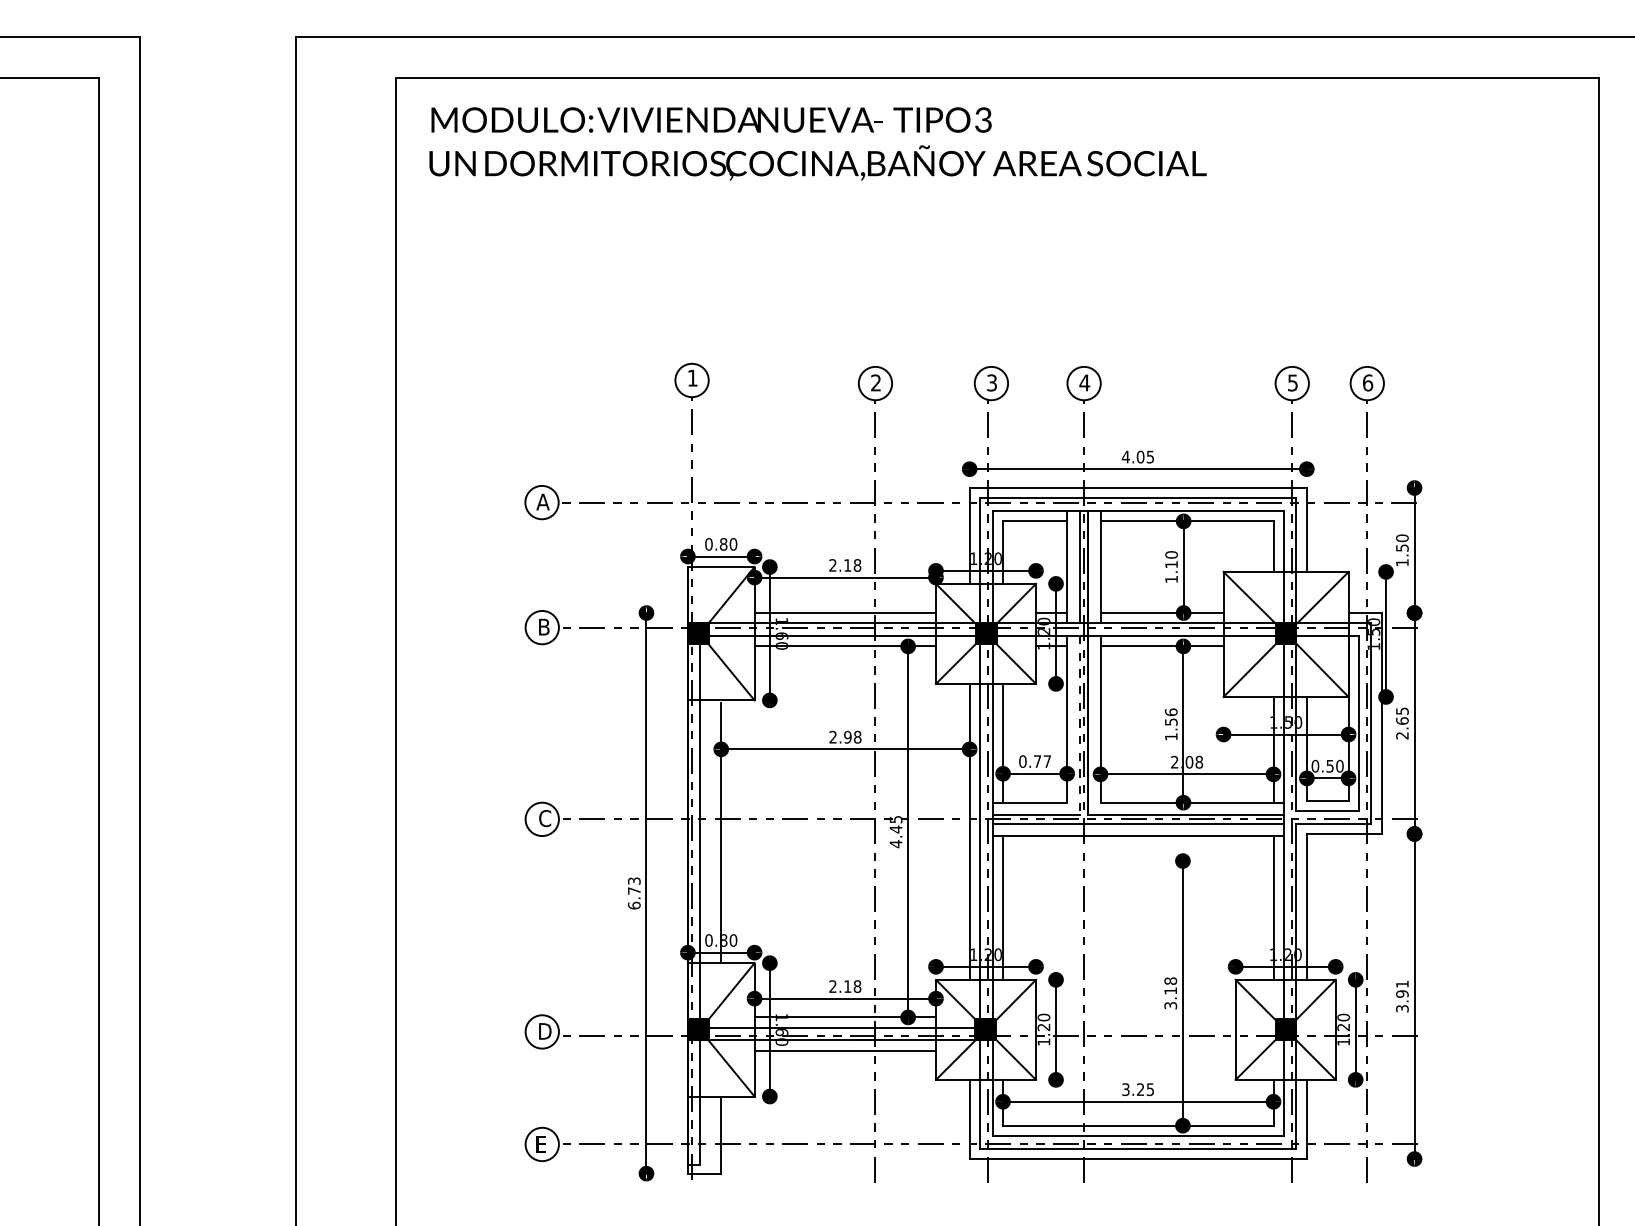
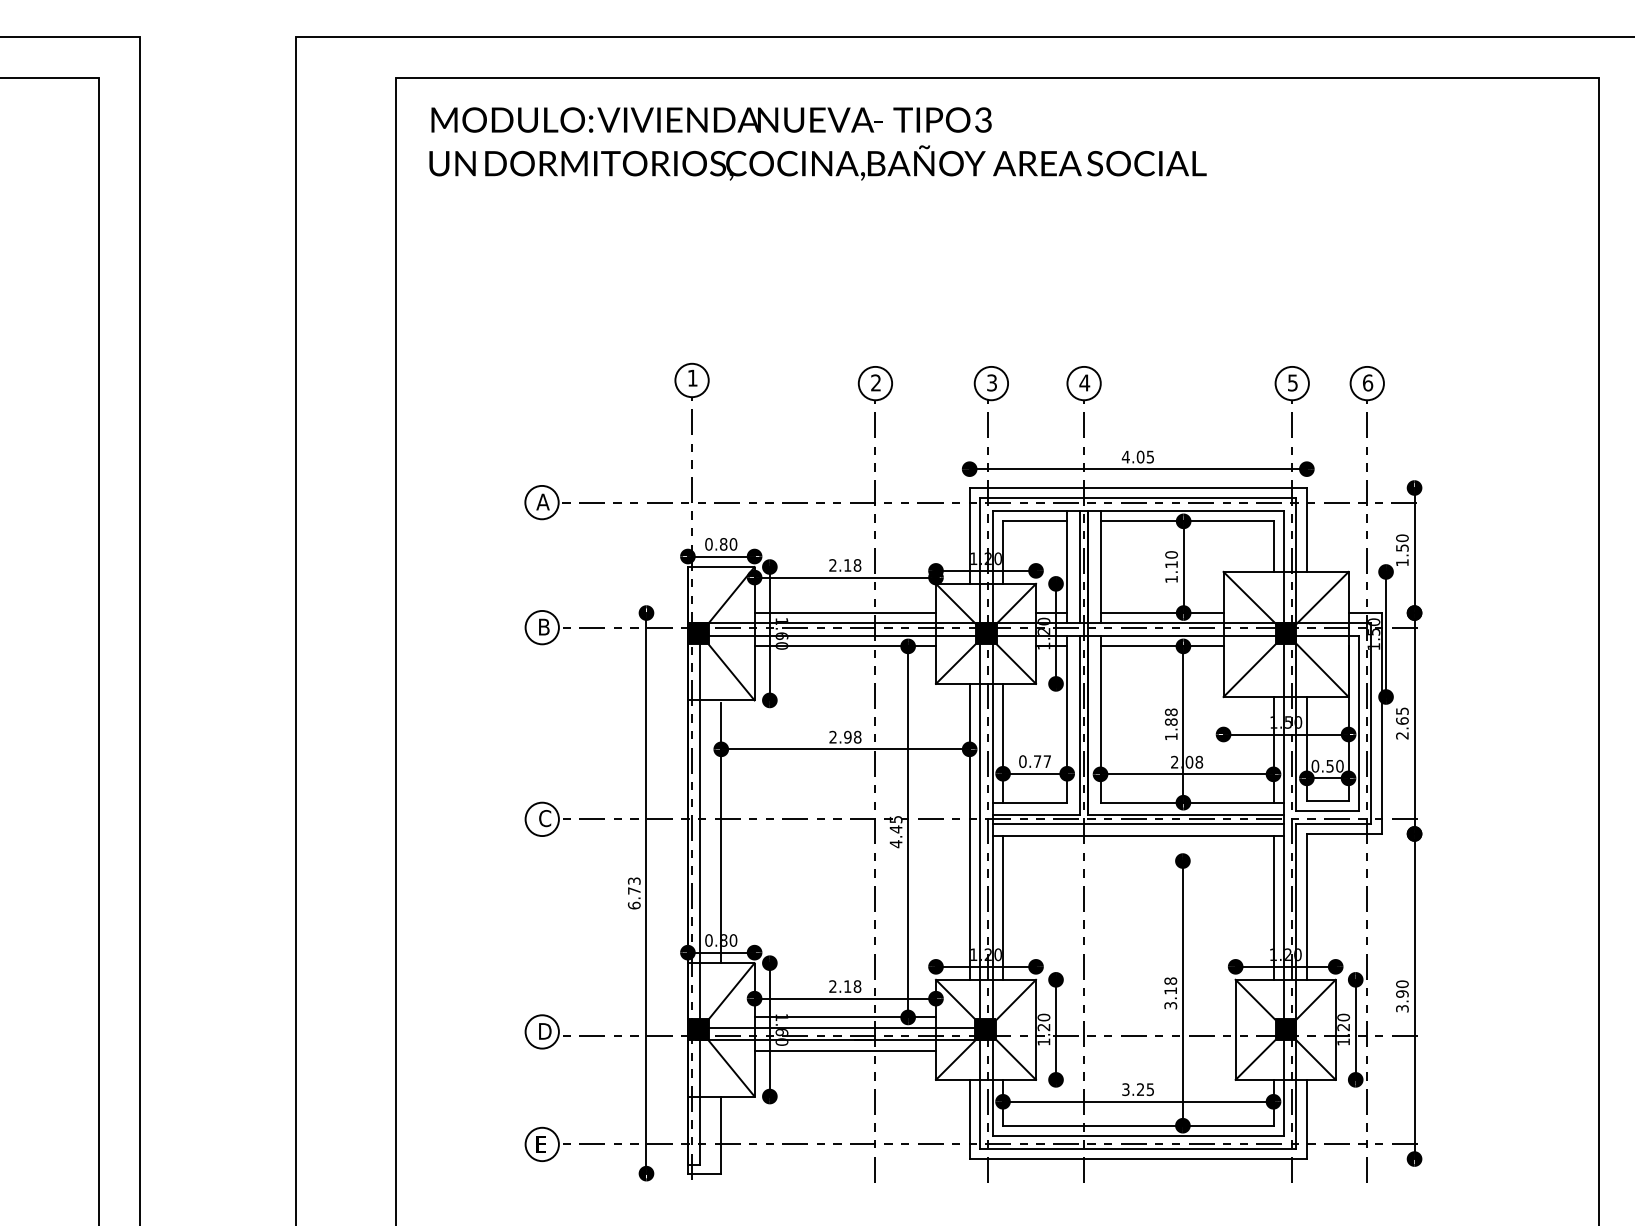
text at (1170, 716): 1.56 -> 1.88
line at (1079, 725): dashed -> solid
text at (1402, 984): 3.91 -> 3.90
